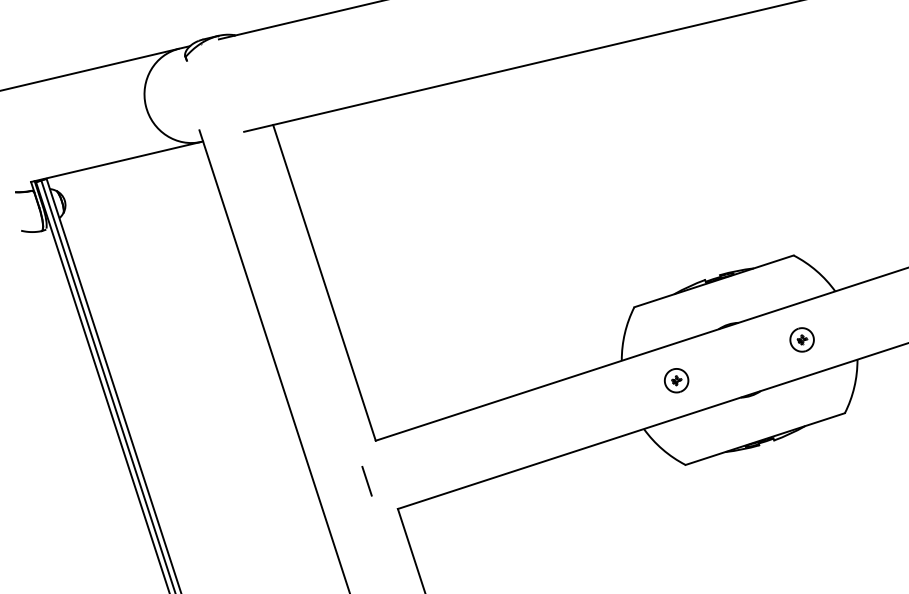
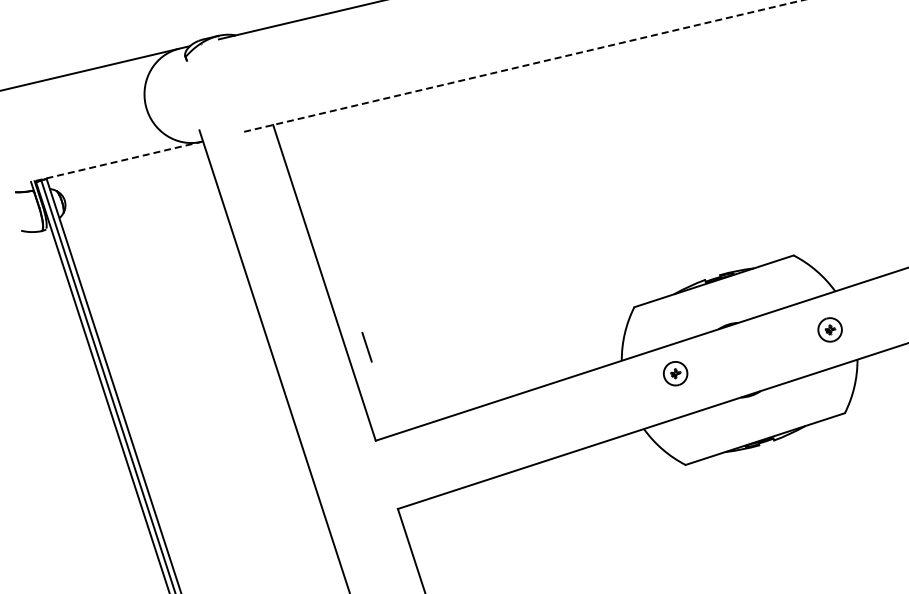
line at (524, 65): solid -> dashed
line at (116, 161): solid -> dashed
part at (801, 339) position: (801, 339) -> (829, 329)
part at (676, 380) position: (676, 380) -> (675, 373)
line at (366, 481) position: (366, 481) -> (366, 347)
